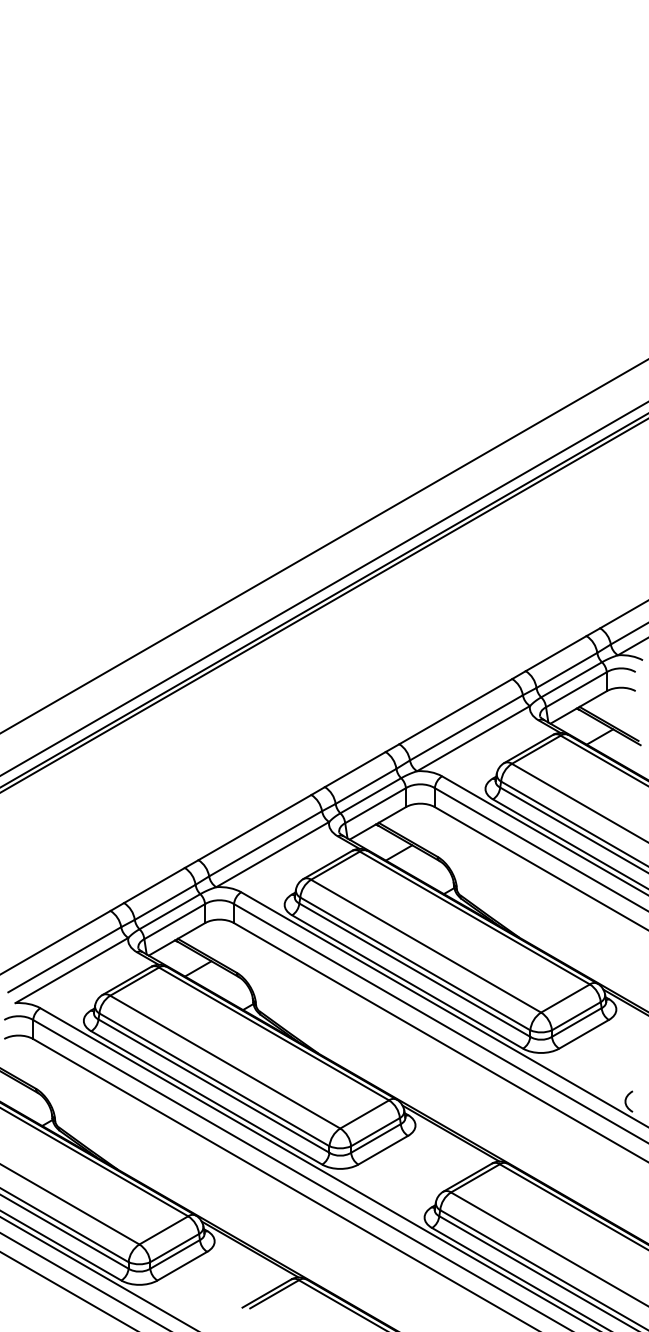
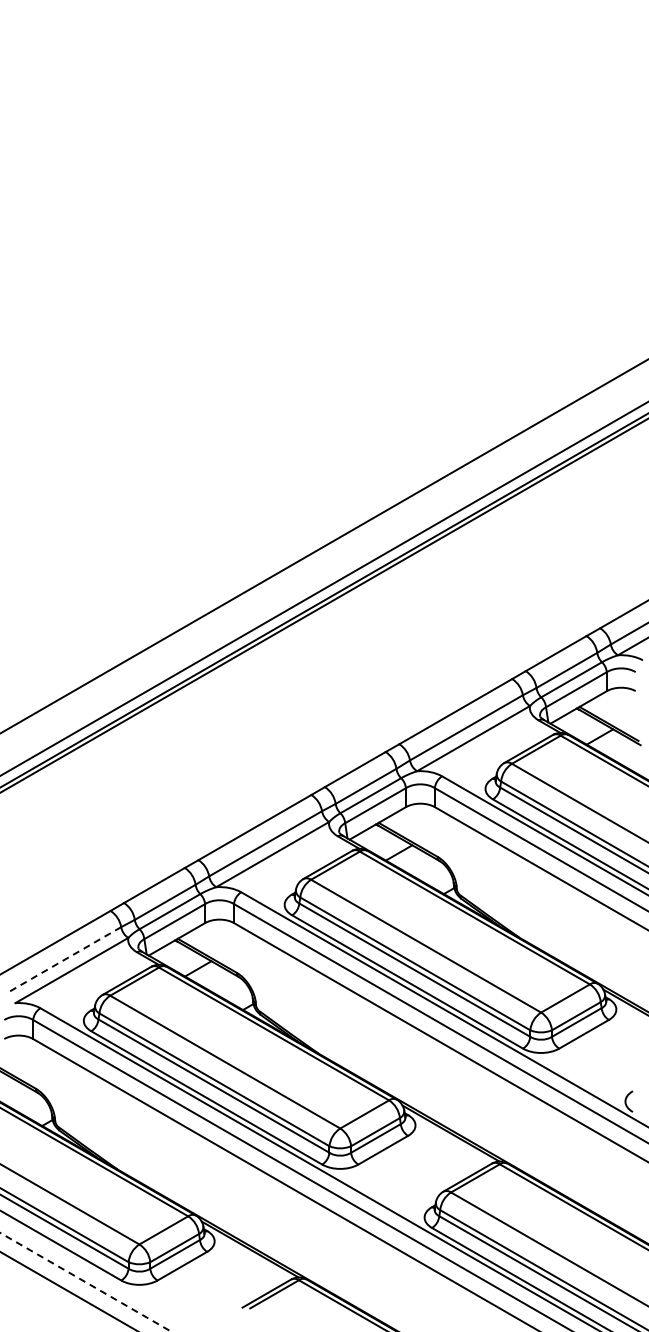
line at (64, 959): solid -> dashed
line at (97, 1273): present -> none
line at (85, 1282): solid -> dashed
